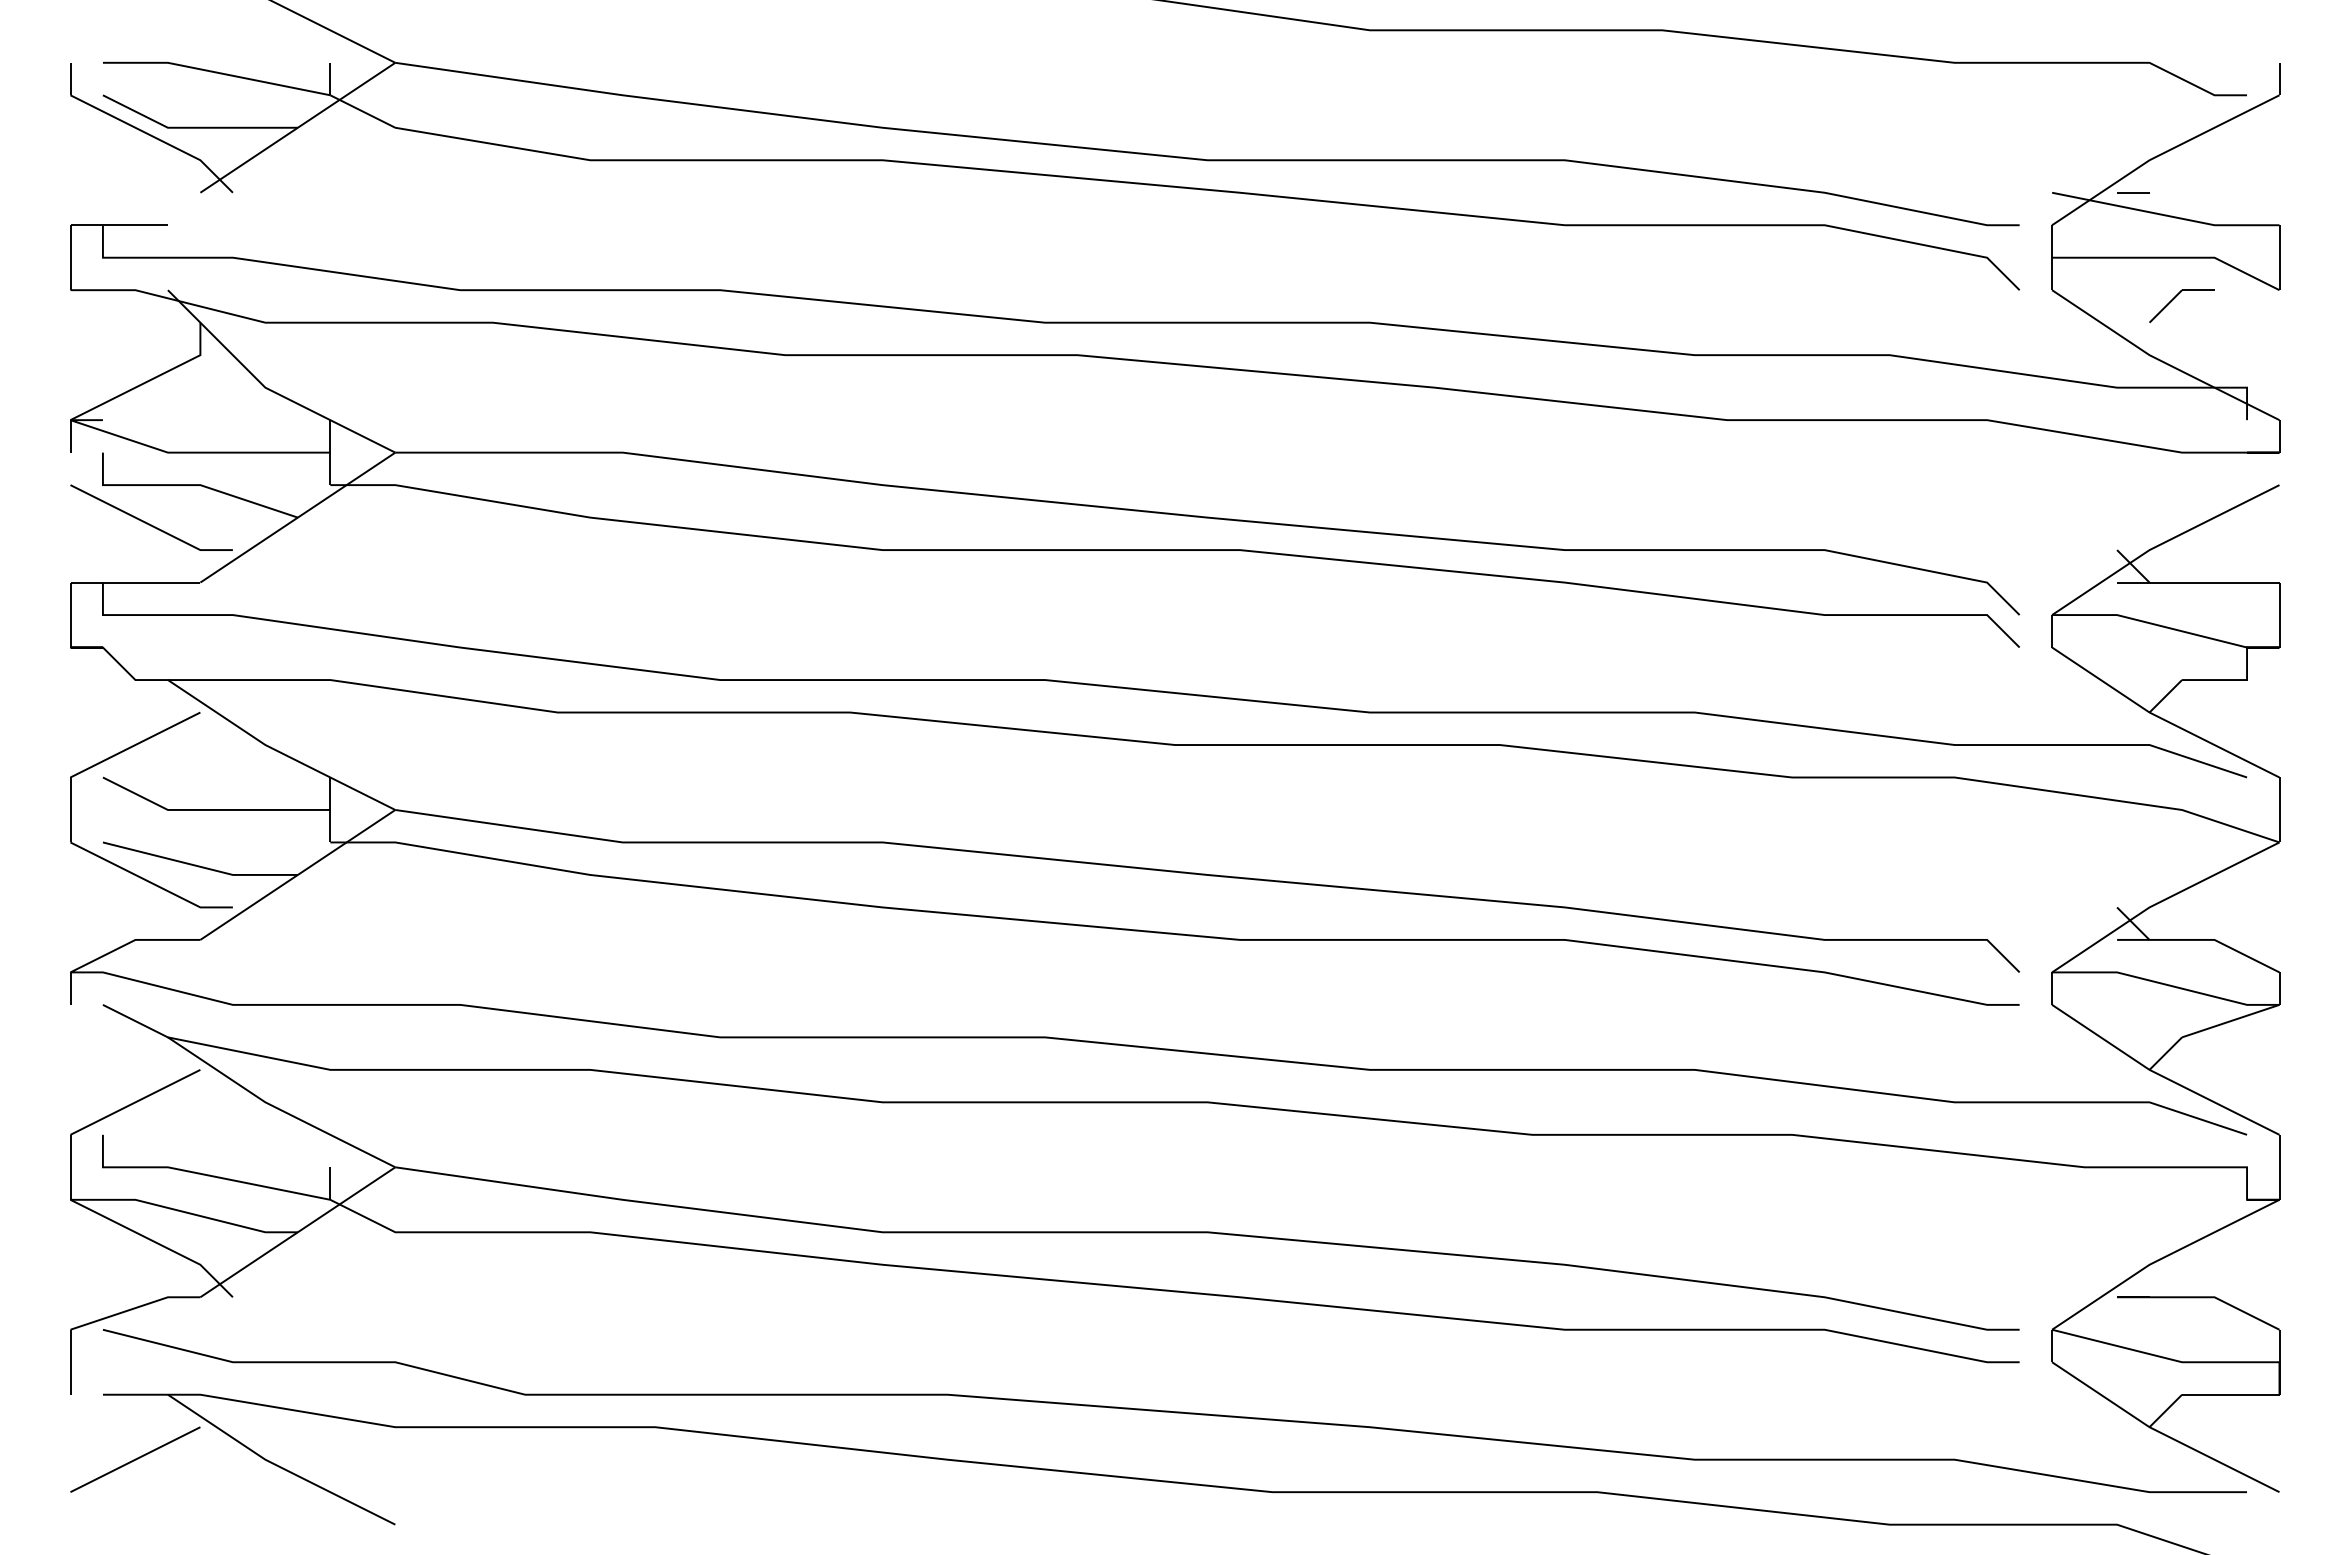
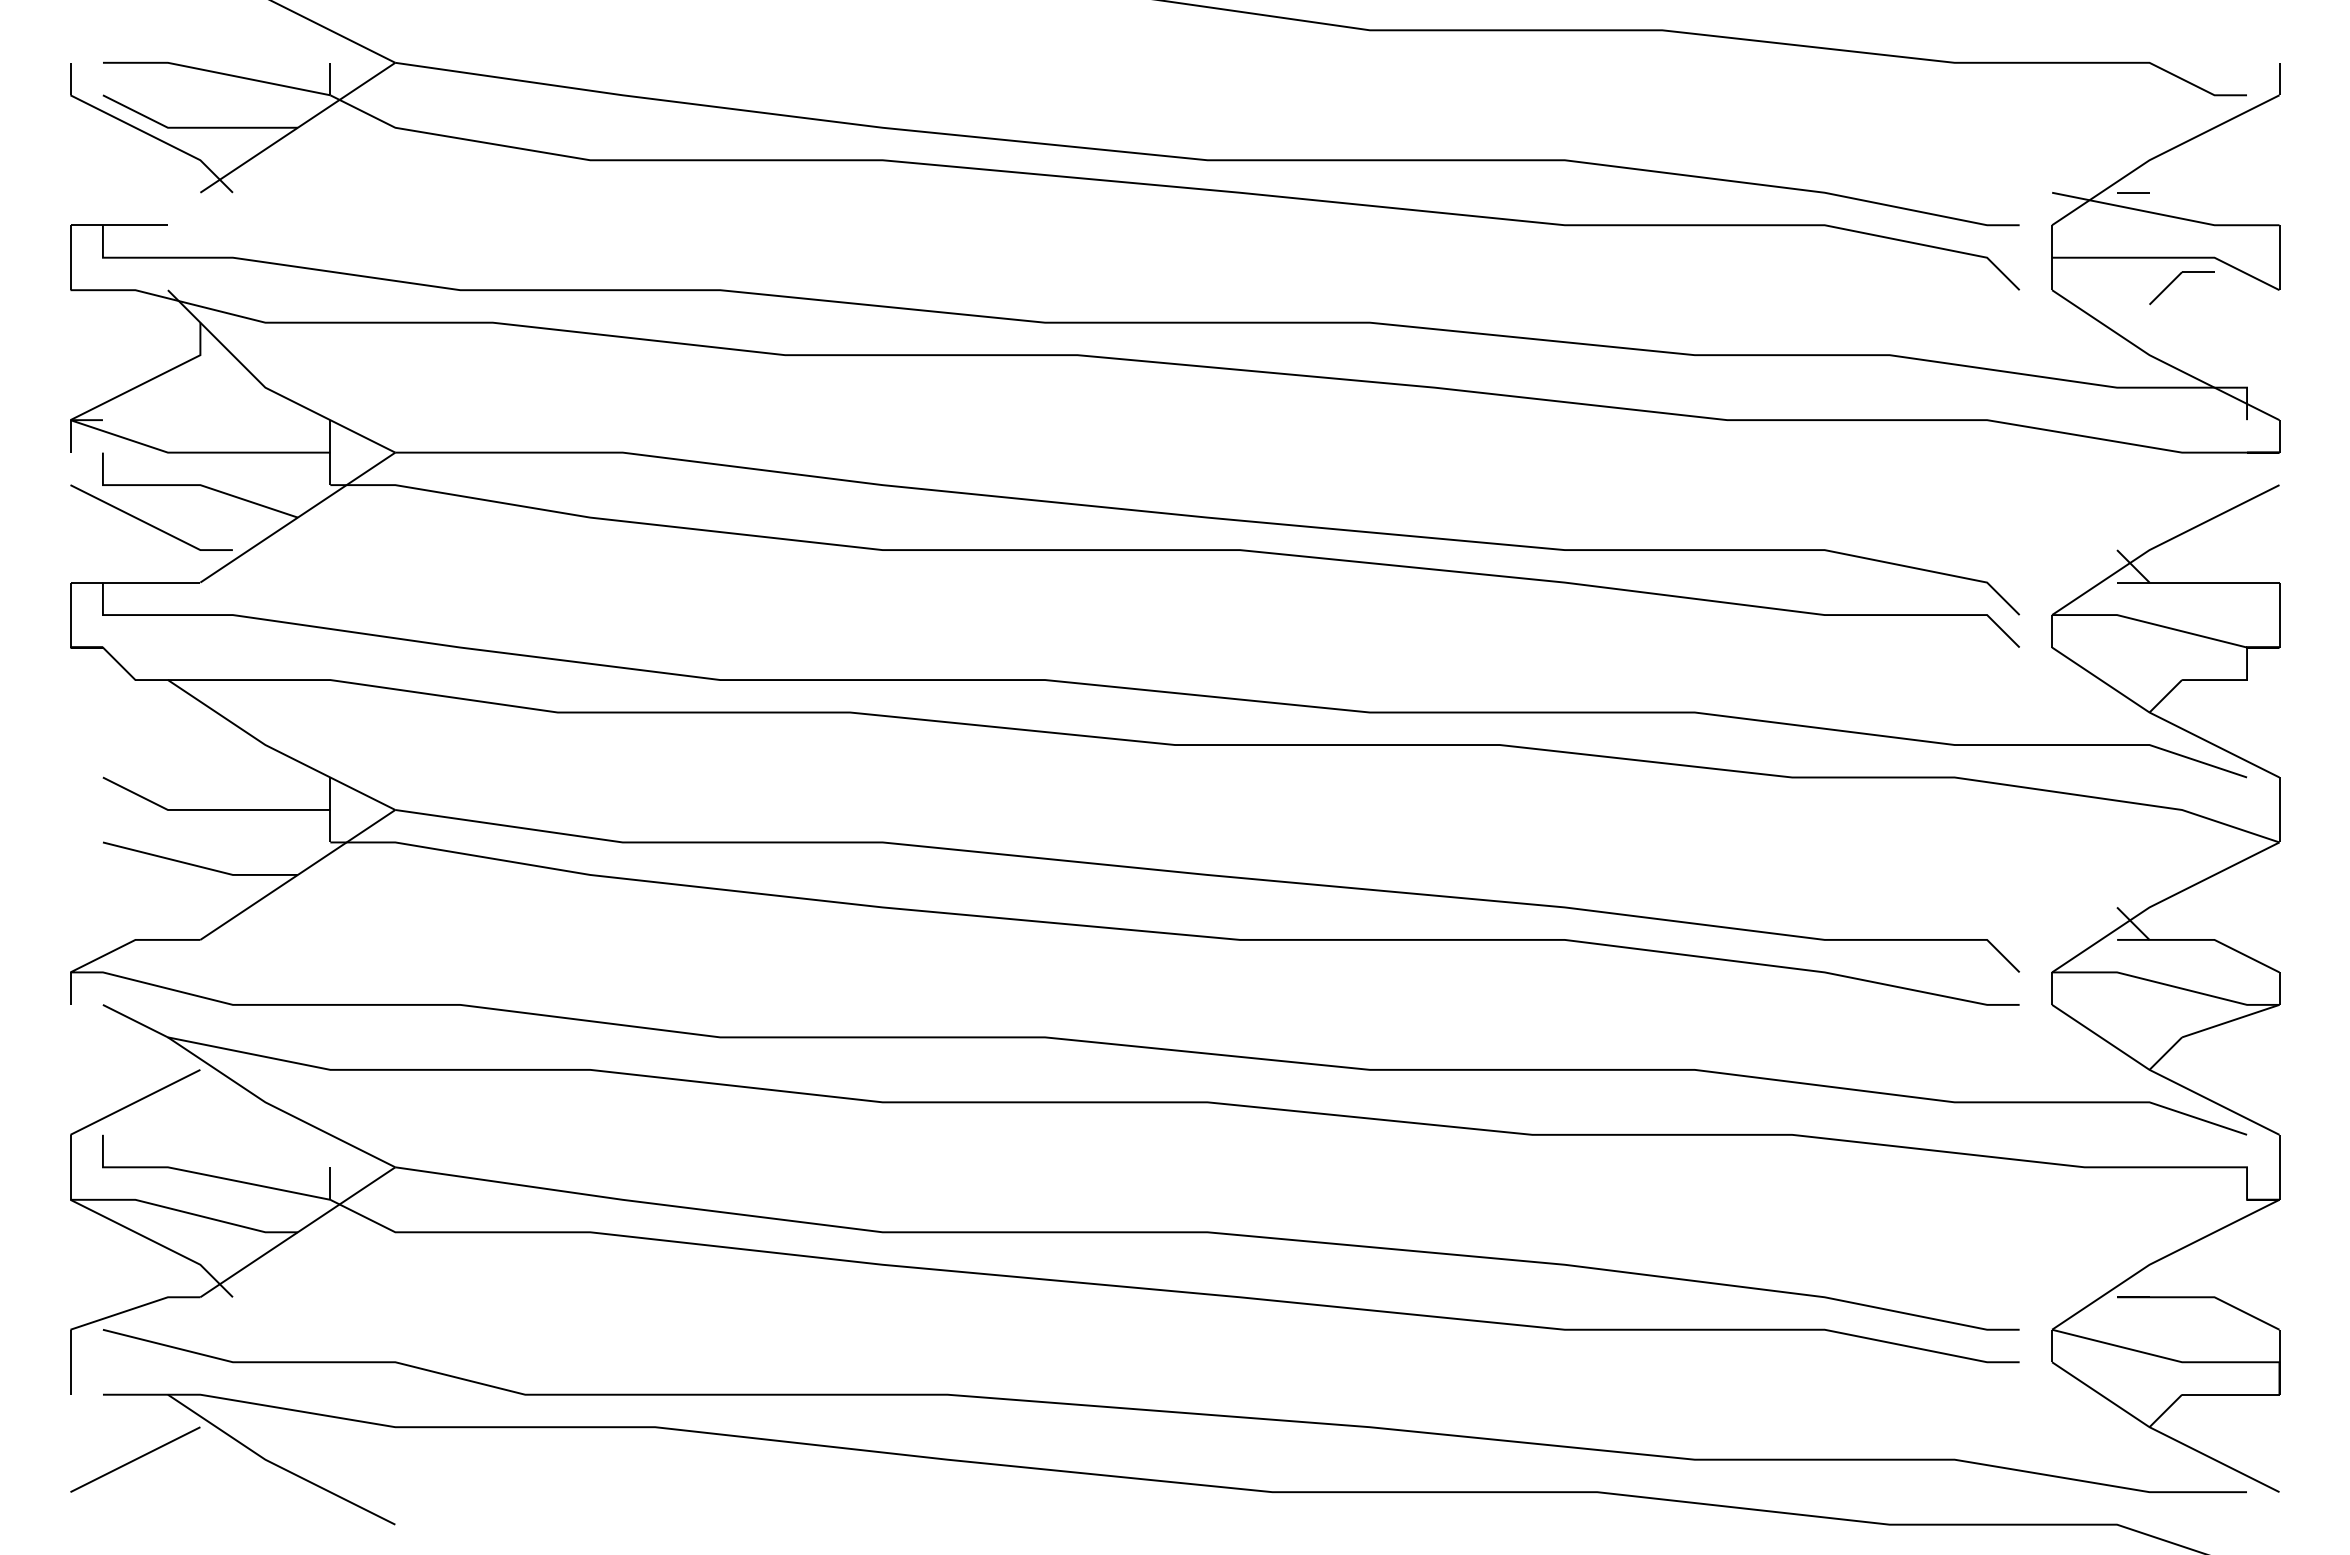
part at (2174, 299) position: (2174, 299) -> (2174, 281)
part at (122, 752): present -> none
